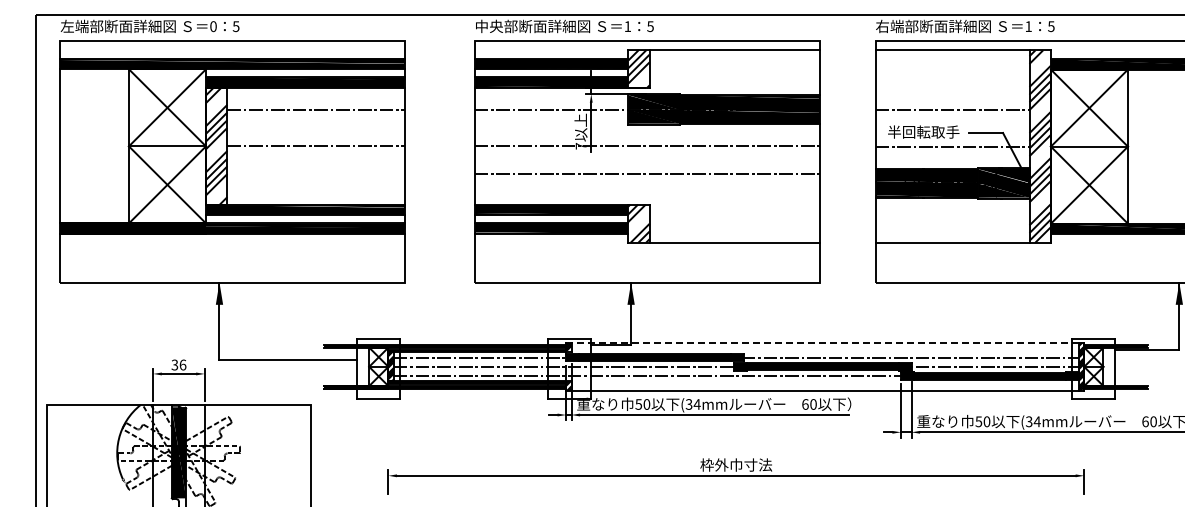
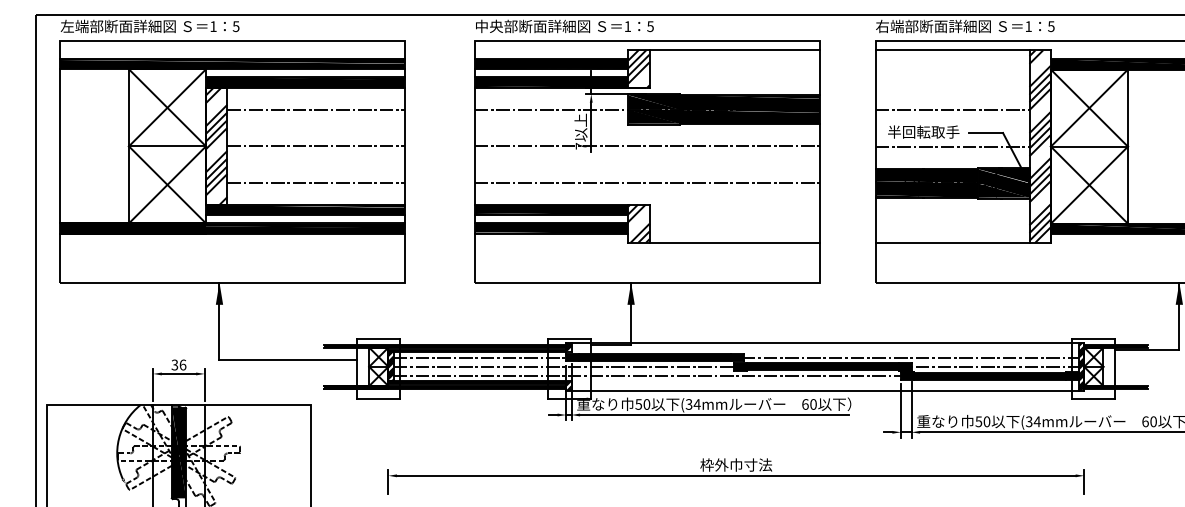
text at (213, 26): 0 -> 1
line at (646, 174) position: (646, 174) -> (646, 183)
line at (316, 183): none -> present
line at (825, 342): dashed -> solid
